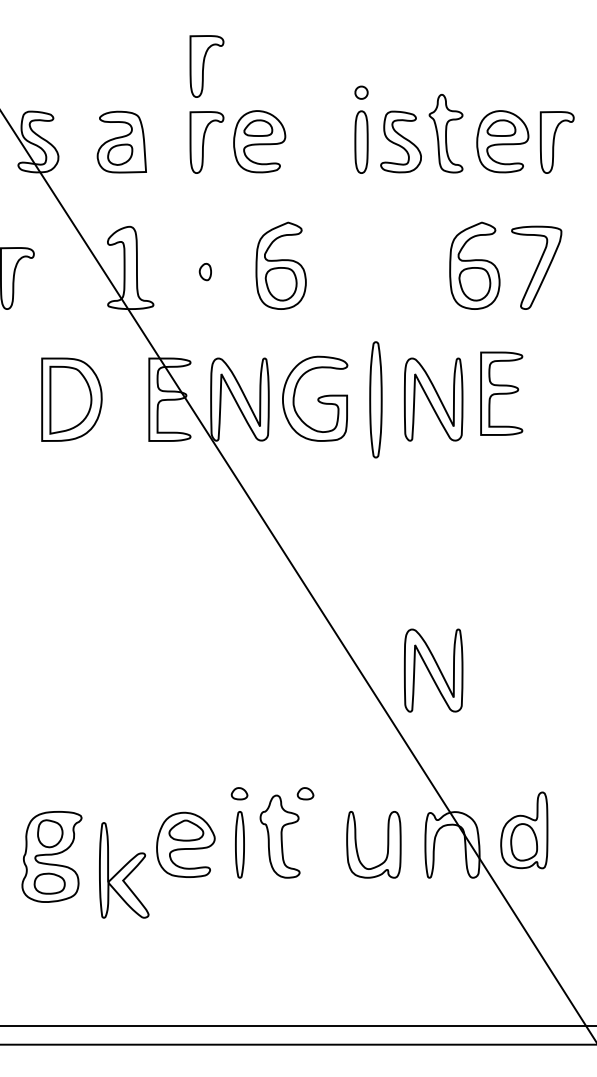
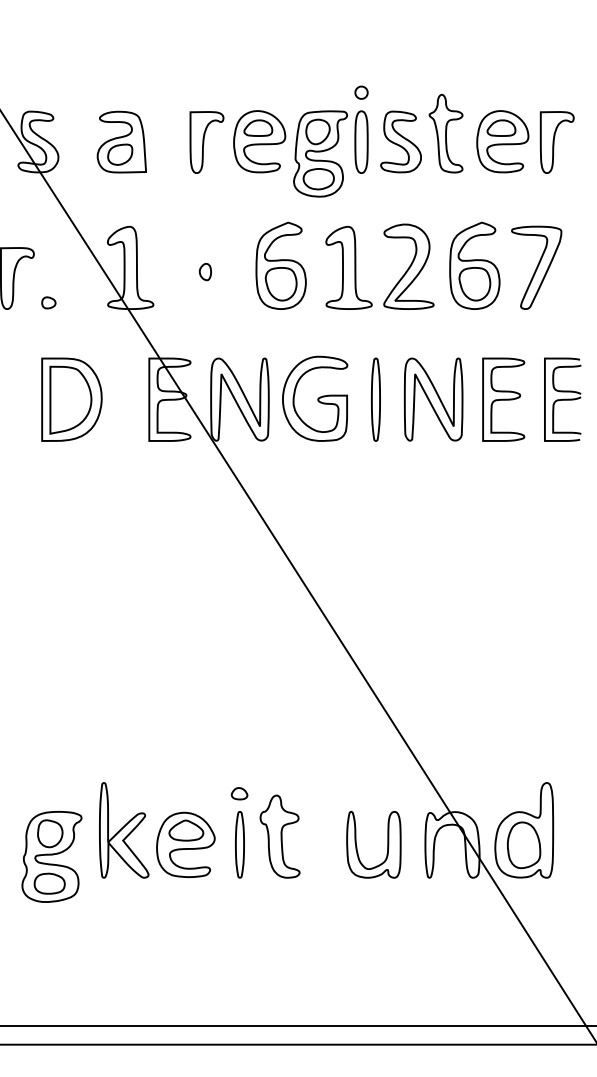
part at (206, 66): present -> none
part at (320, 153): none -> present
part at (408, 266): none -> present
part at (348, 267): none -> present
part at (48, 302): none -> present
part at (501, 393) position: (501, 393) -> (503, 399)
part at (375, 399) size: 14x118 px -> 10x85 px
part at (562, 399): none -> present
part at (433, 670): present -> none
part at (305, 793): present -> none
part at (524, 830) size: 49x79 px -> 61x97 px
part at (124, 870) position: (124, 870) -> (124, 830)
